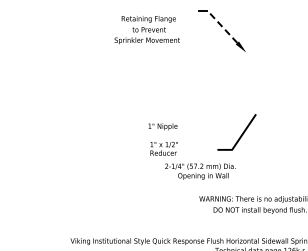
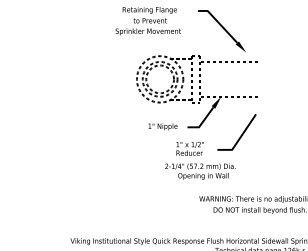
line at (222, 26): dashed -> solid
text at (146, 30) position: (146, 30) -> (147, 21)
part at (196, 91): none -> present
text at (163, 148) position: (163, 148) -> (189, 148)
